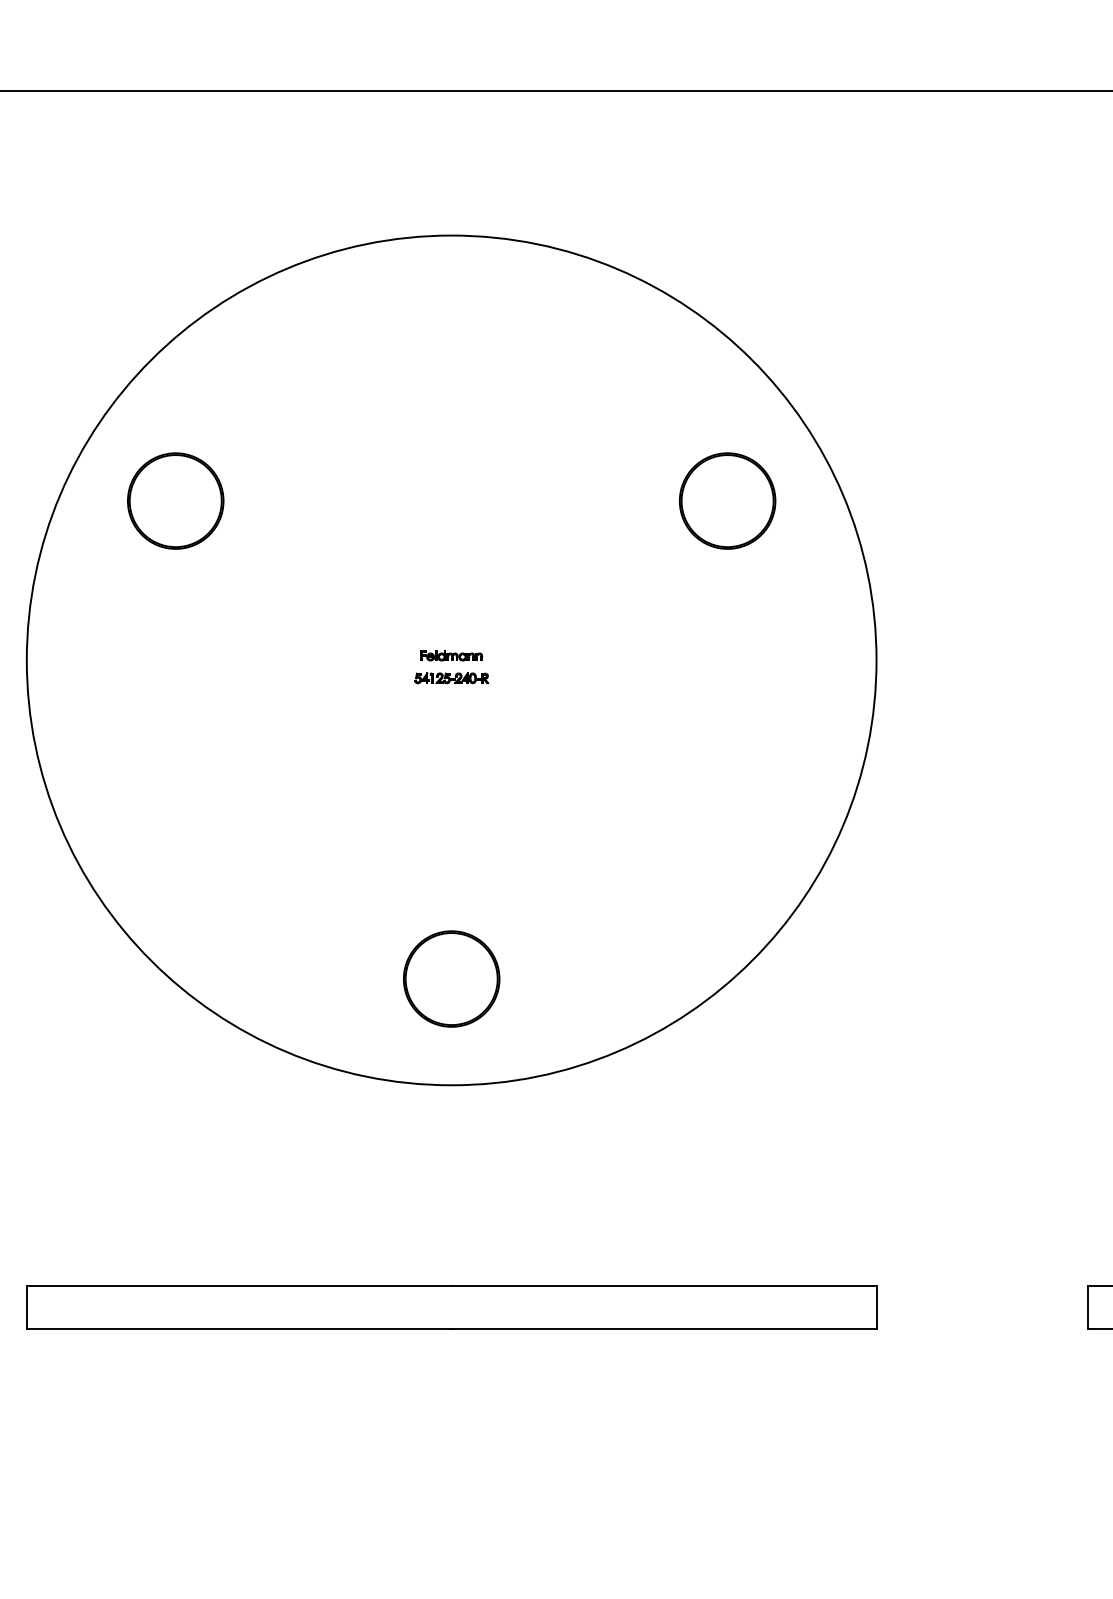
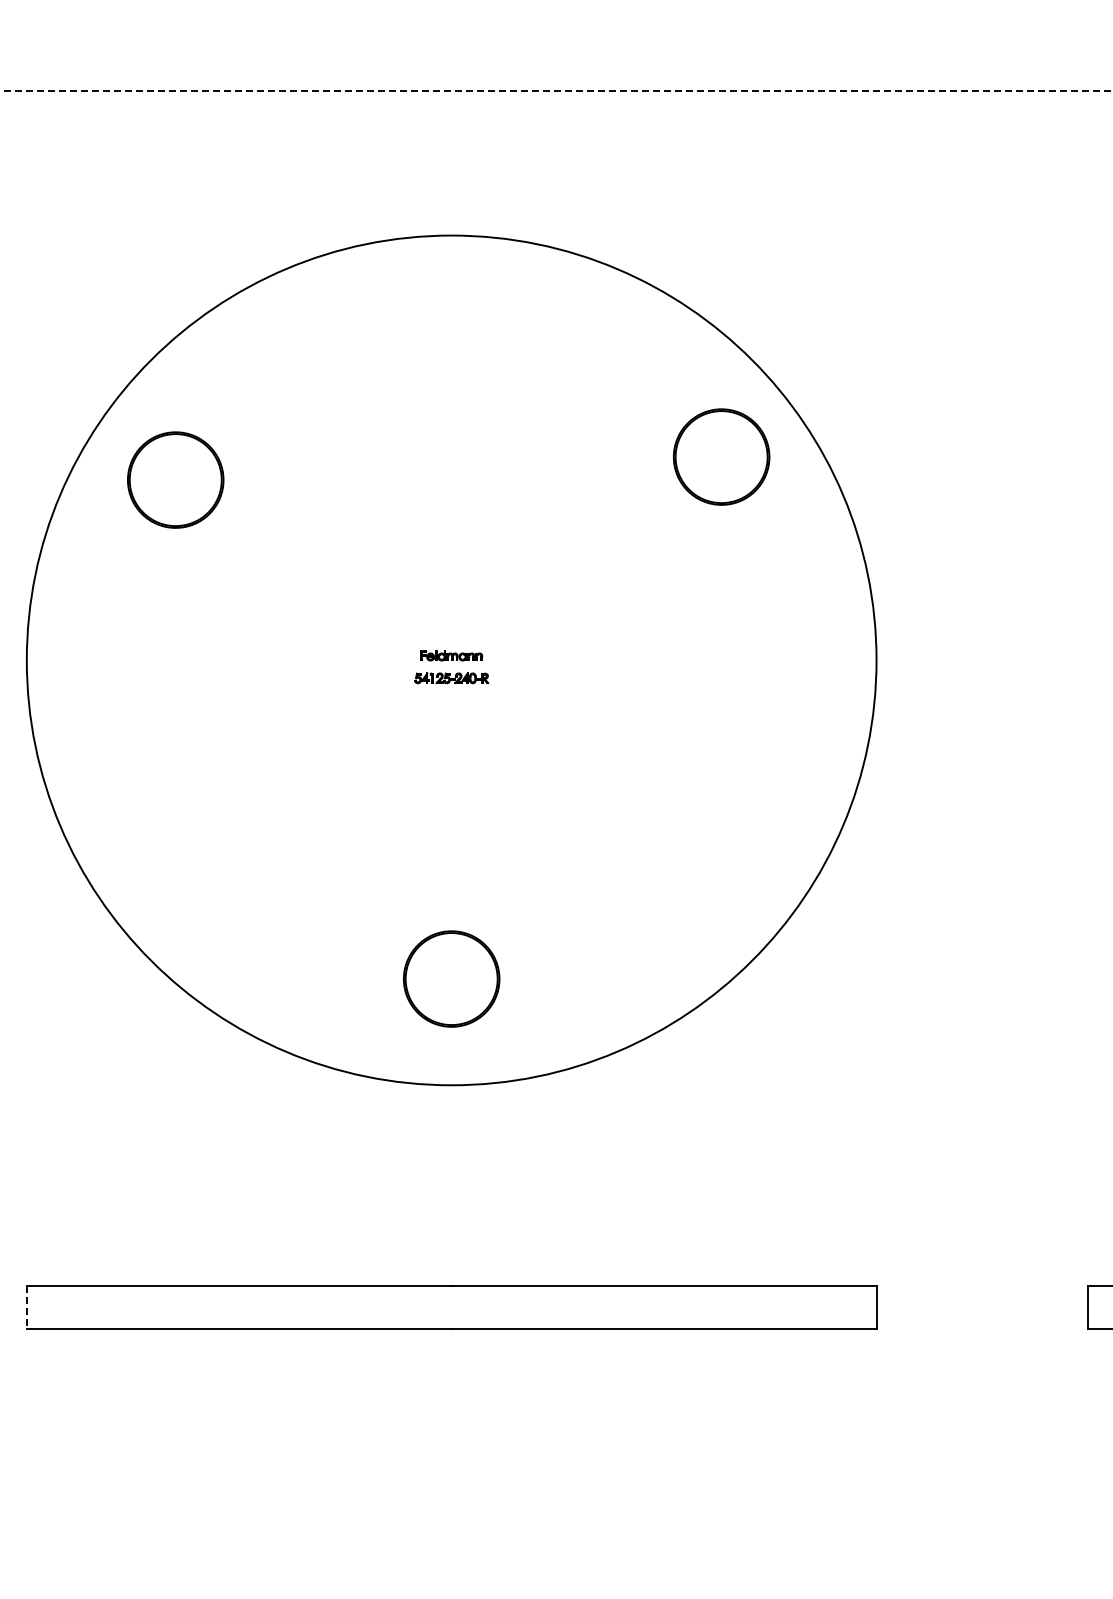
line at (556, 91): solid -> dashed
part at (175, 500) position: (175, 500) -> (175, 479)
part at (727, 500) position: (727, 500) -> (721, 456)
line at (26, 1307): solid -> dashed
